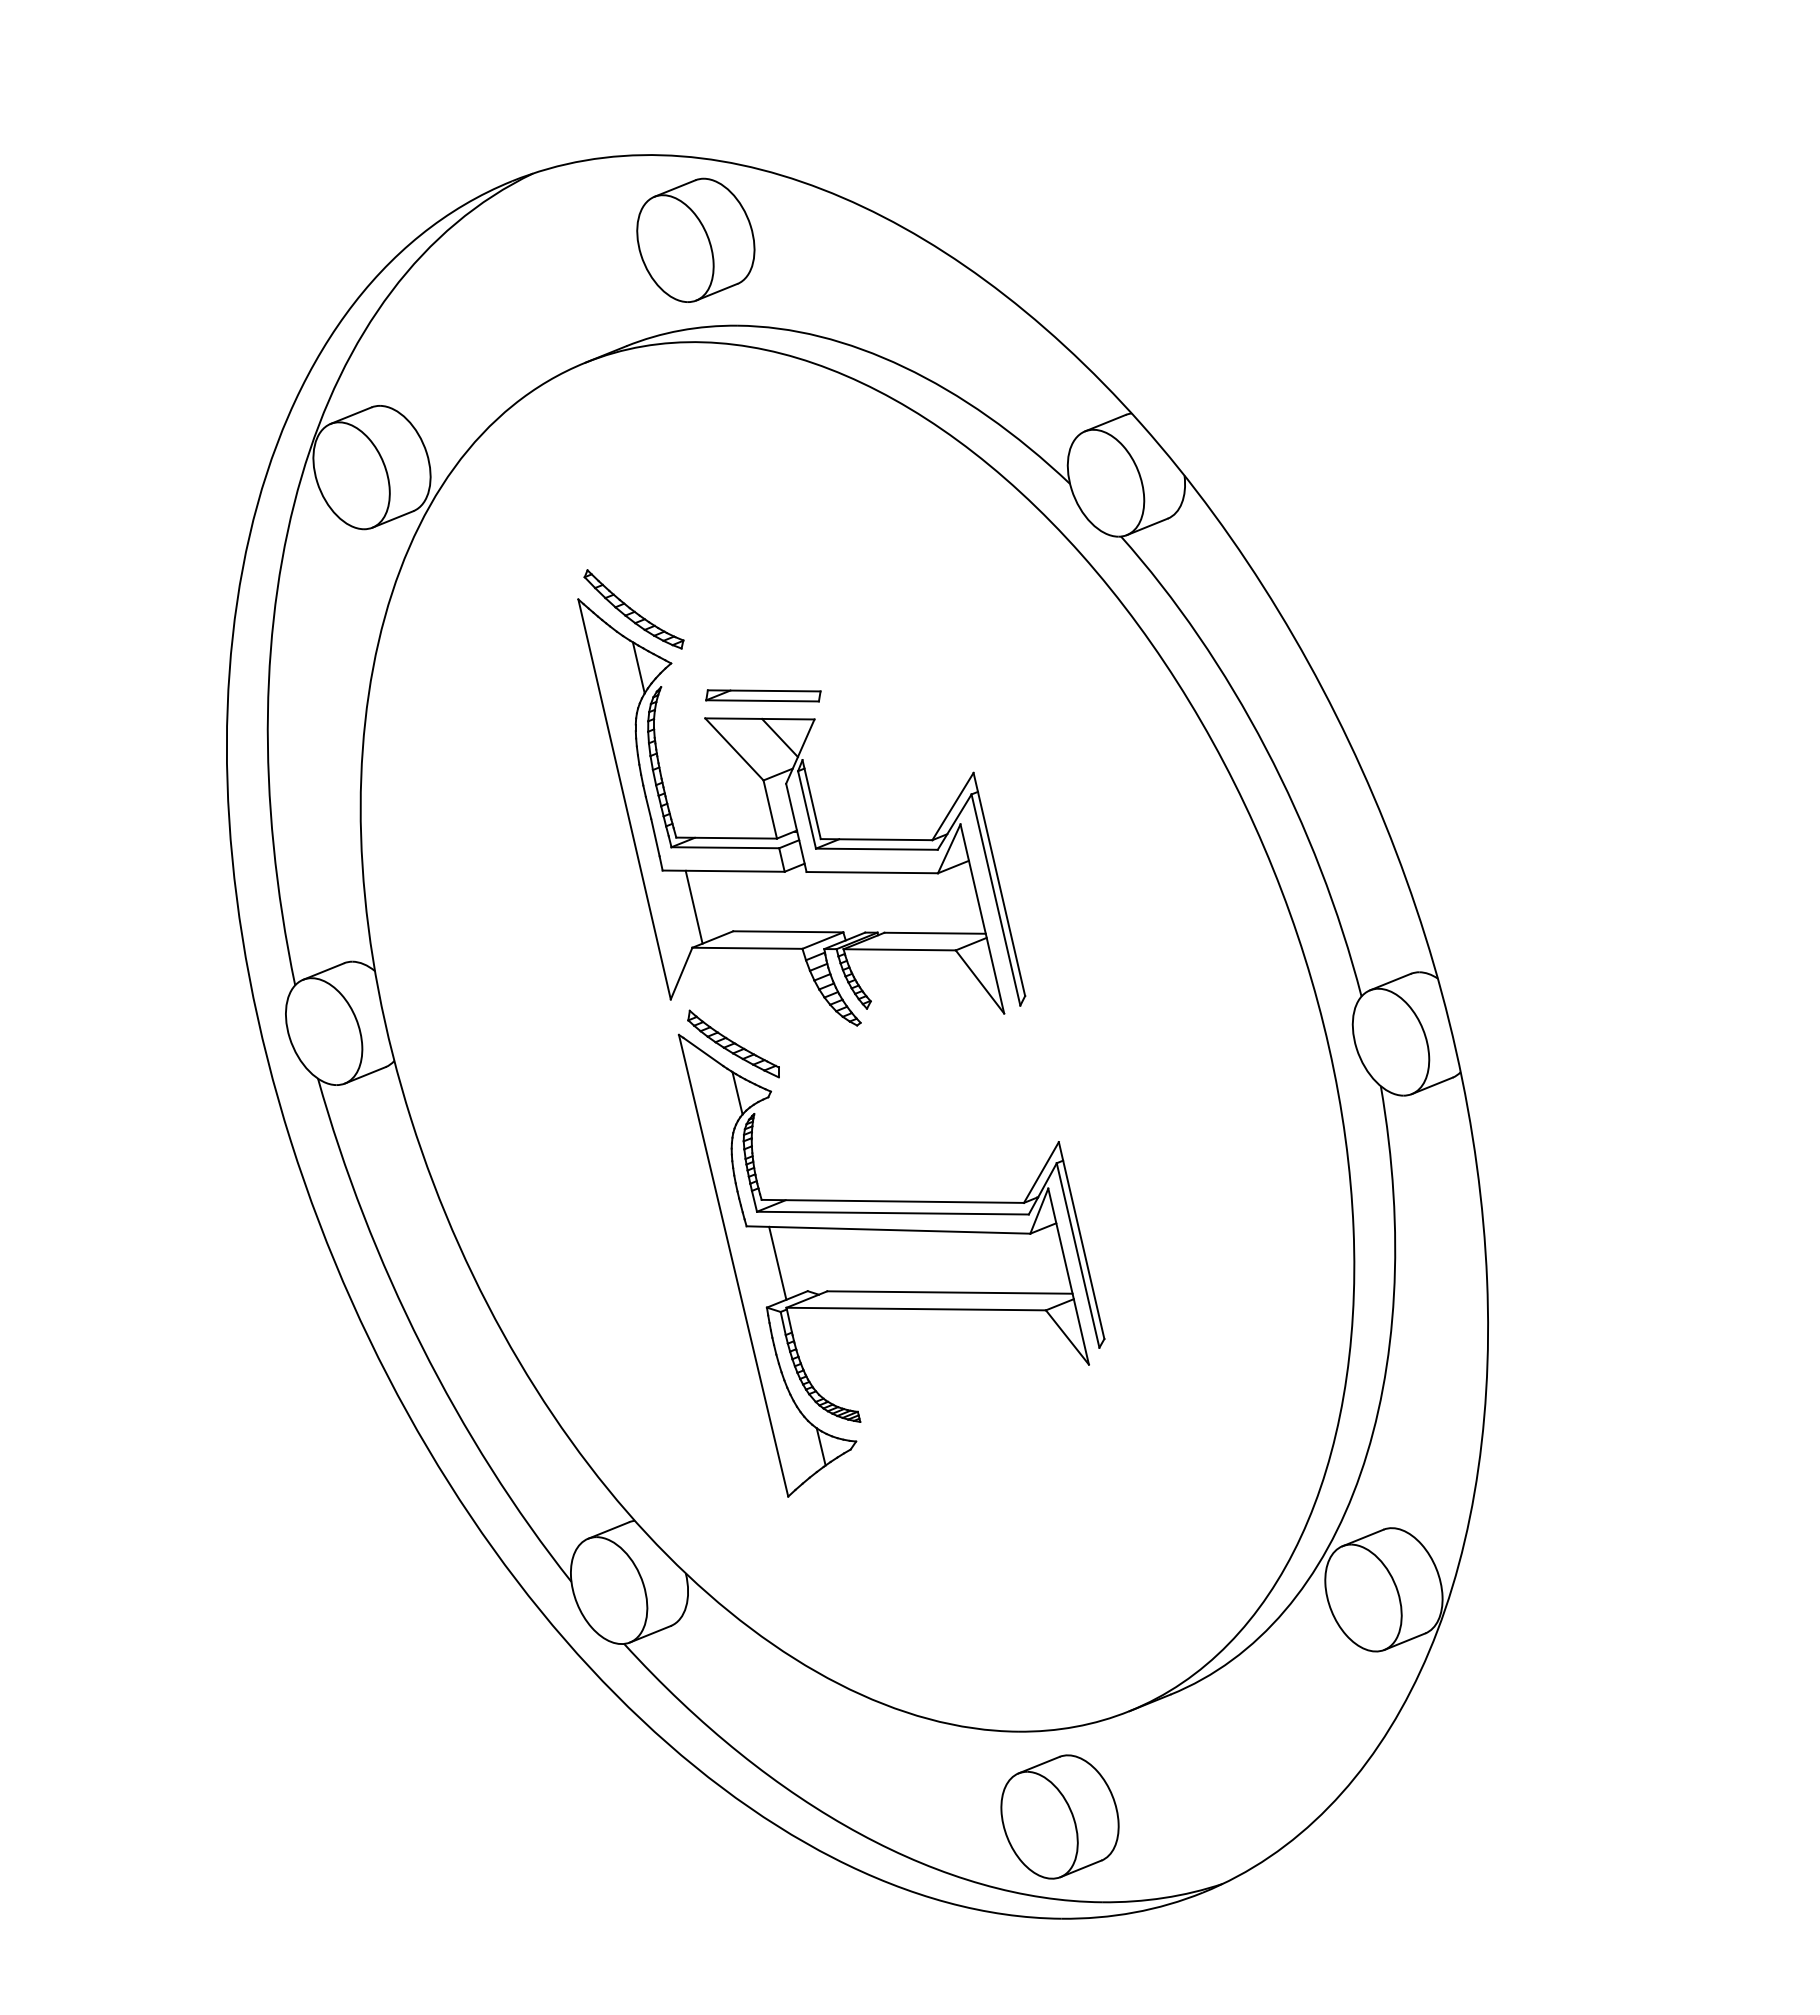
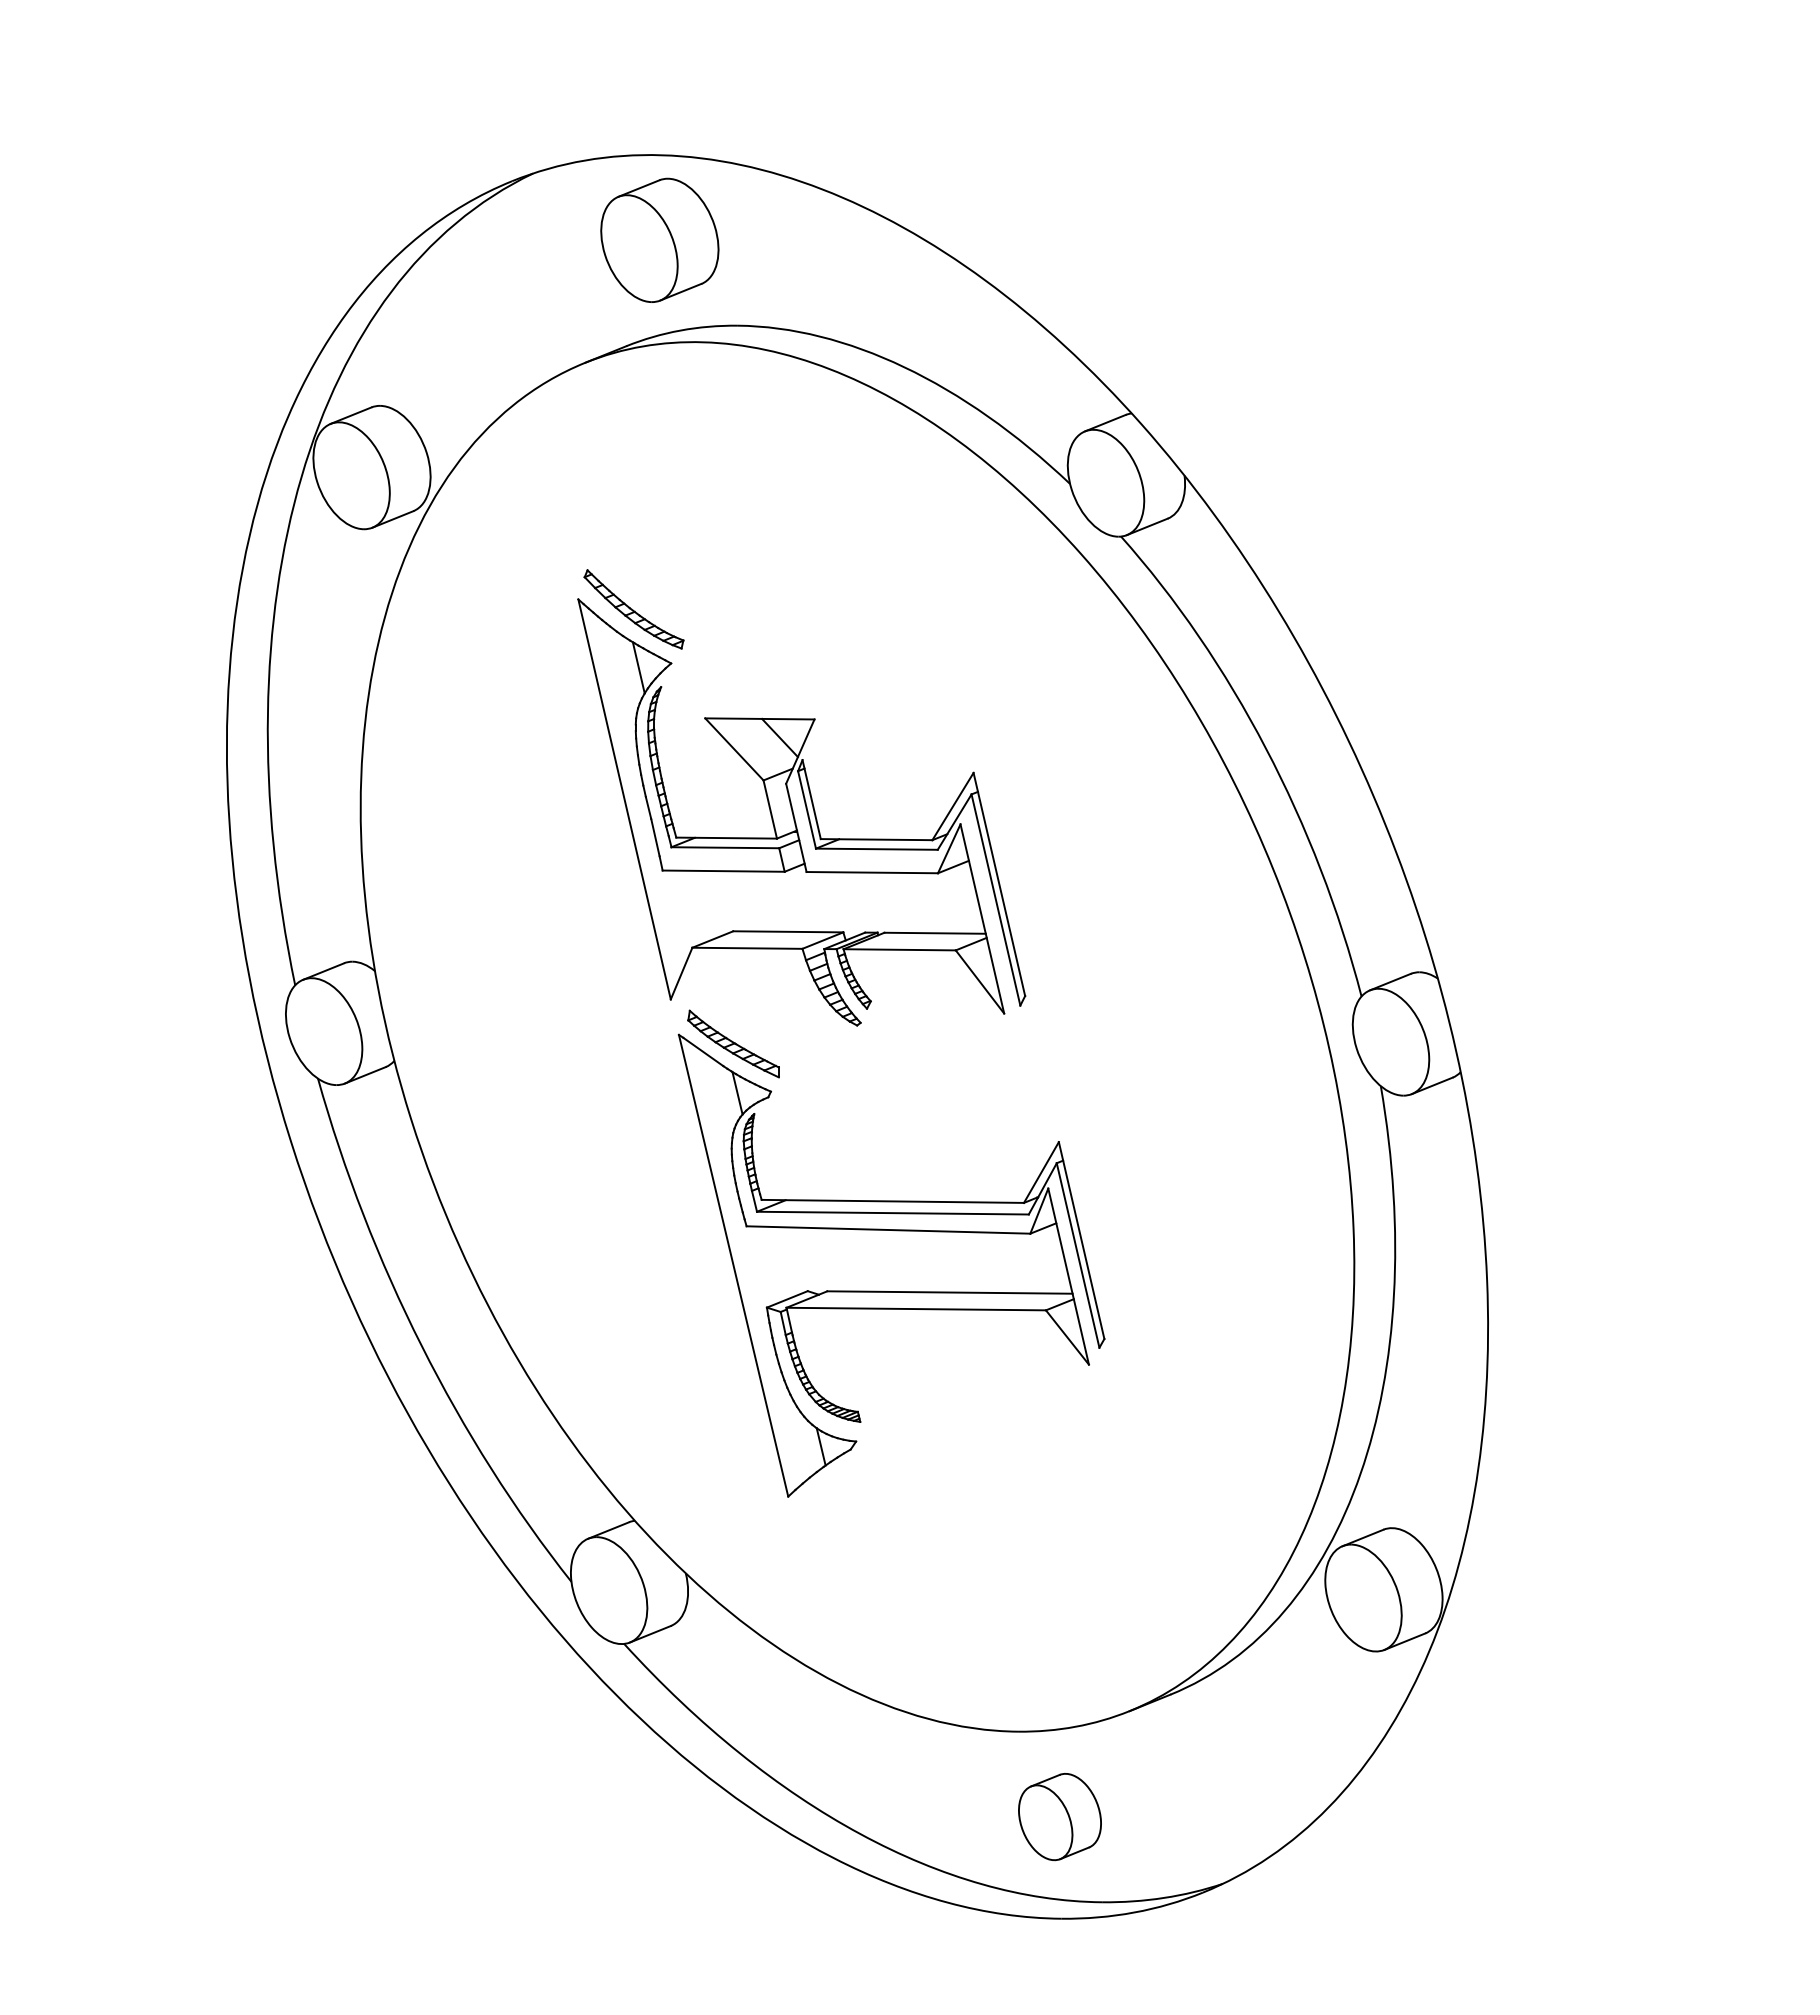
part at (695, 239) position: (695, 239) -> (659, 239)
part at (763, 695): present -> none
line at (693, 906): present -> none
line at (777, 1262): present -> none
part at (1059, 1816) size: 120x126 px -> 84x89 px
